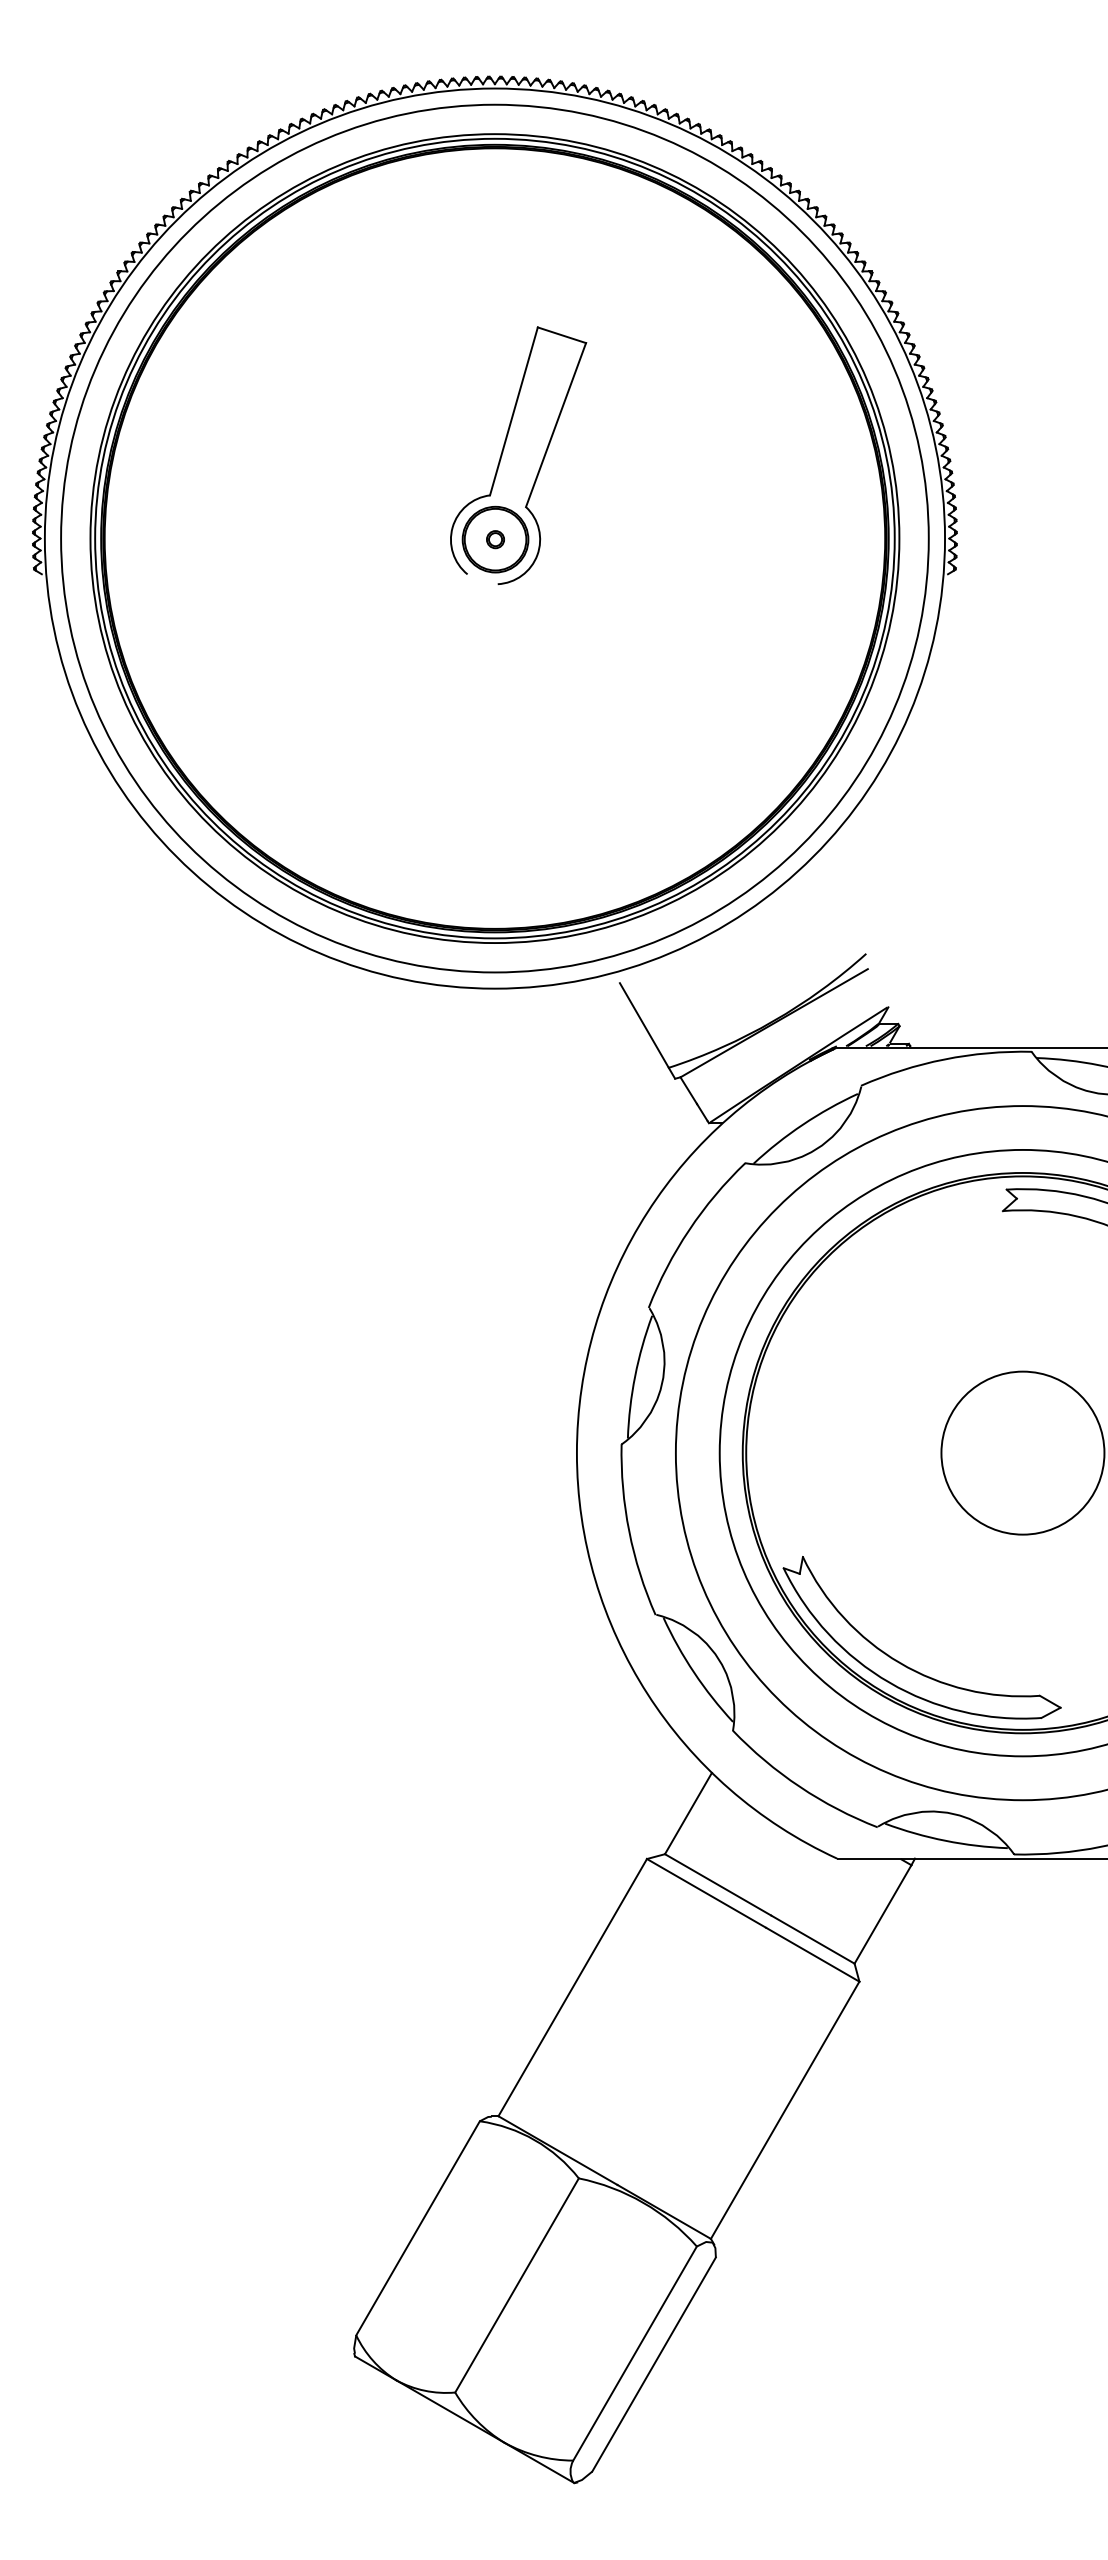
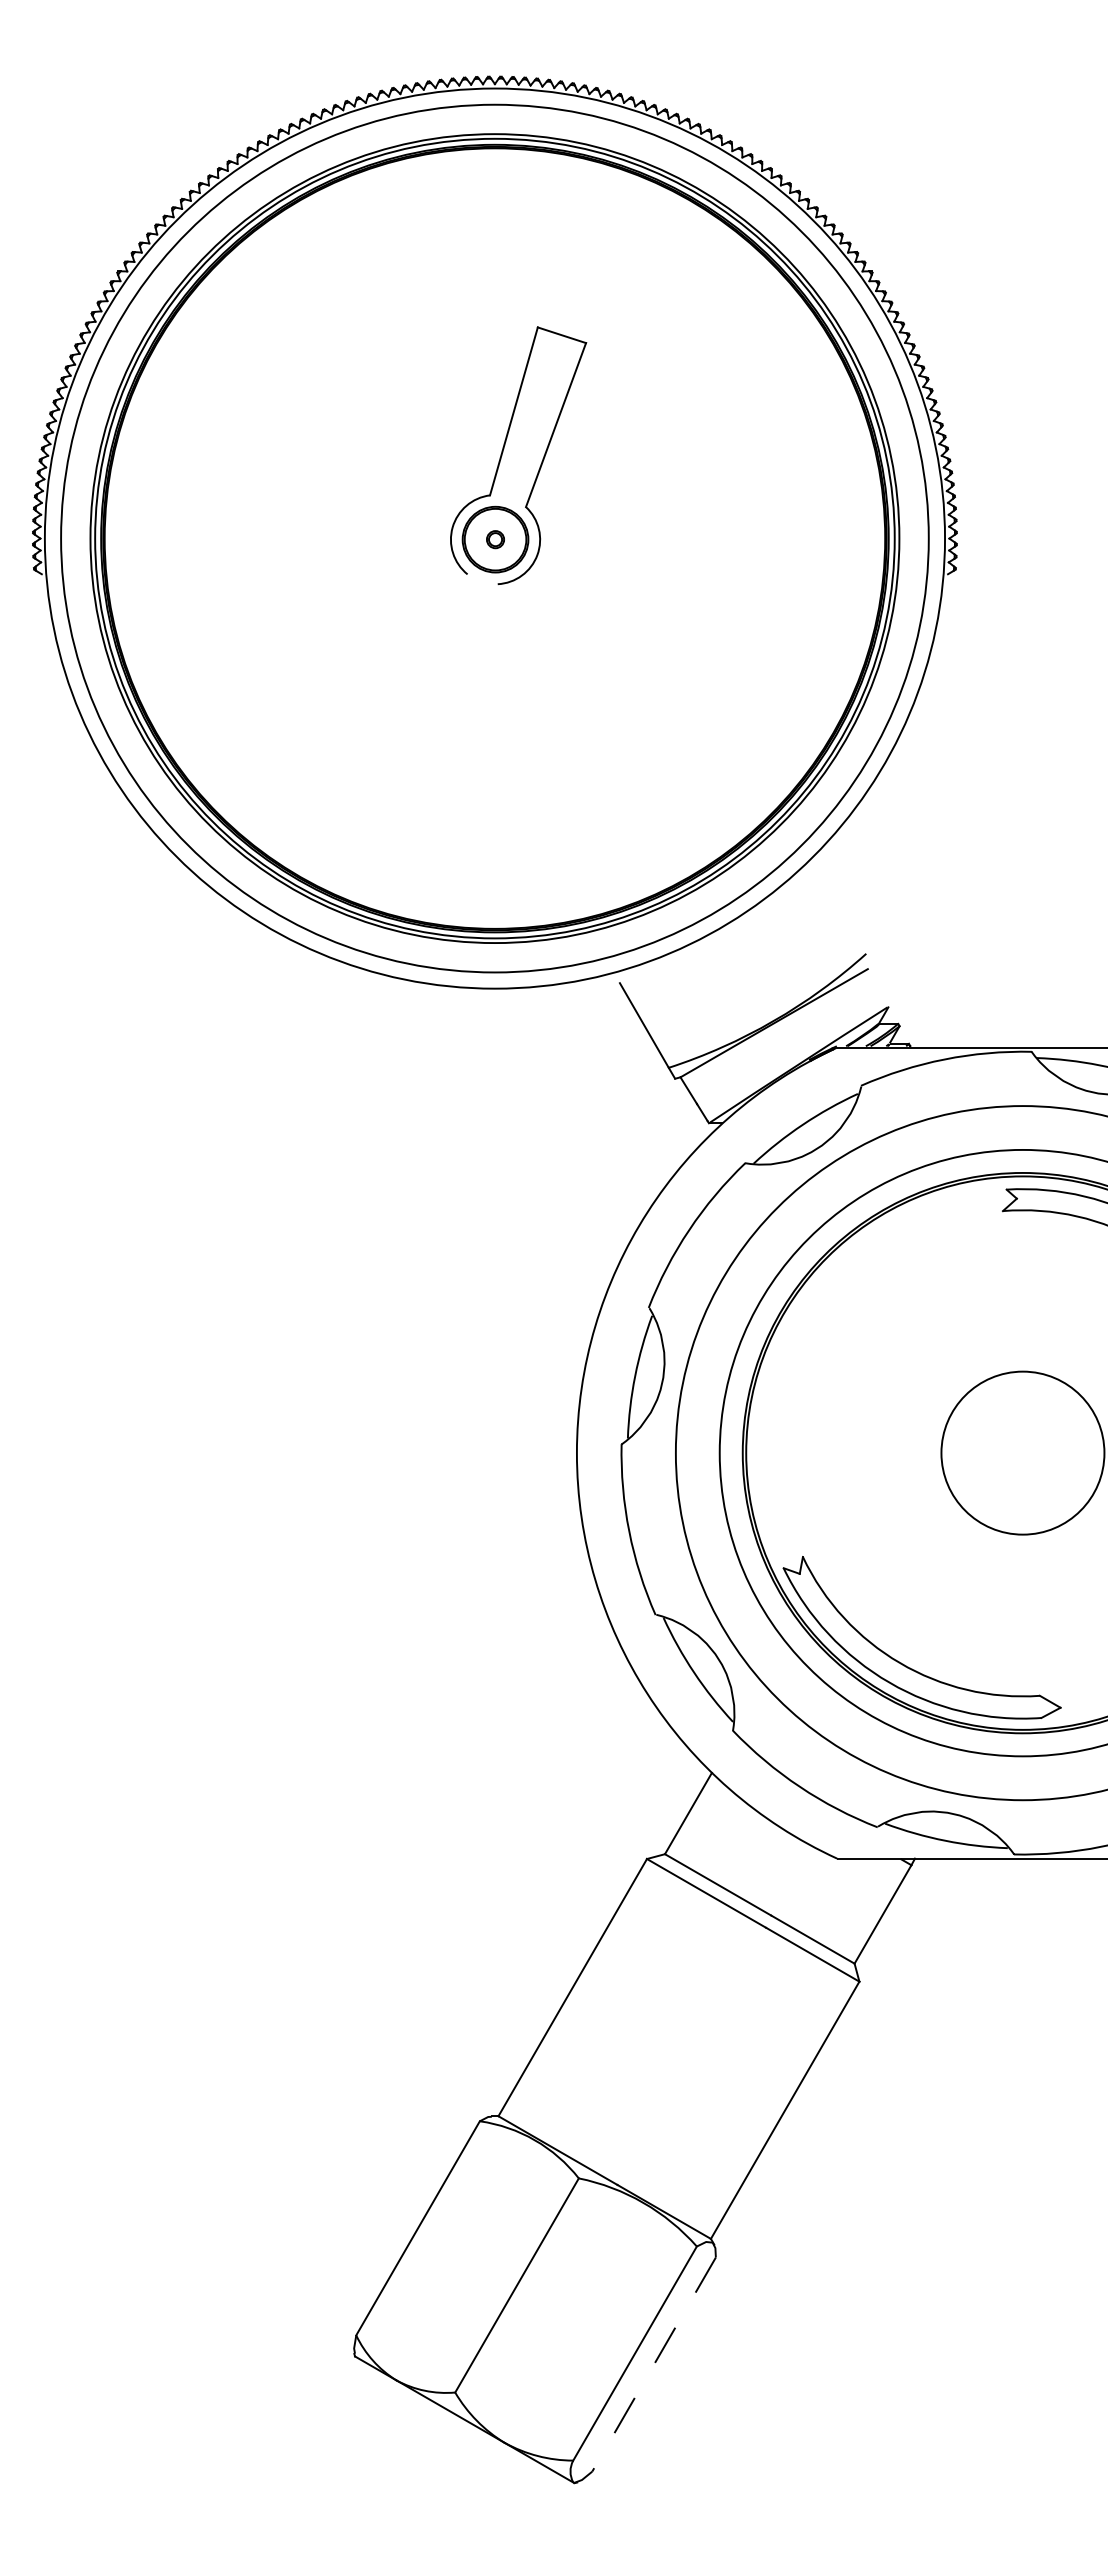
line at (654, 2364): solid -> dashed
